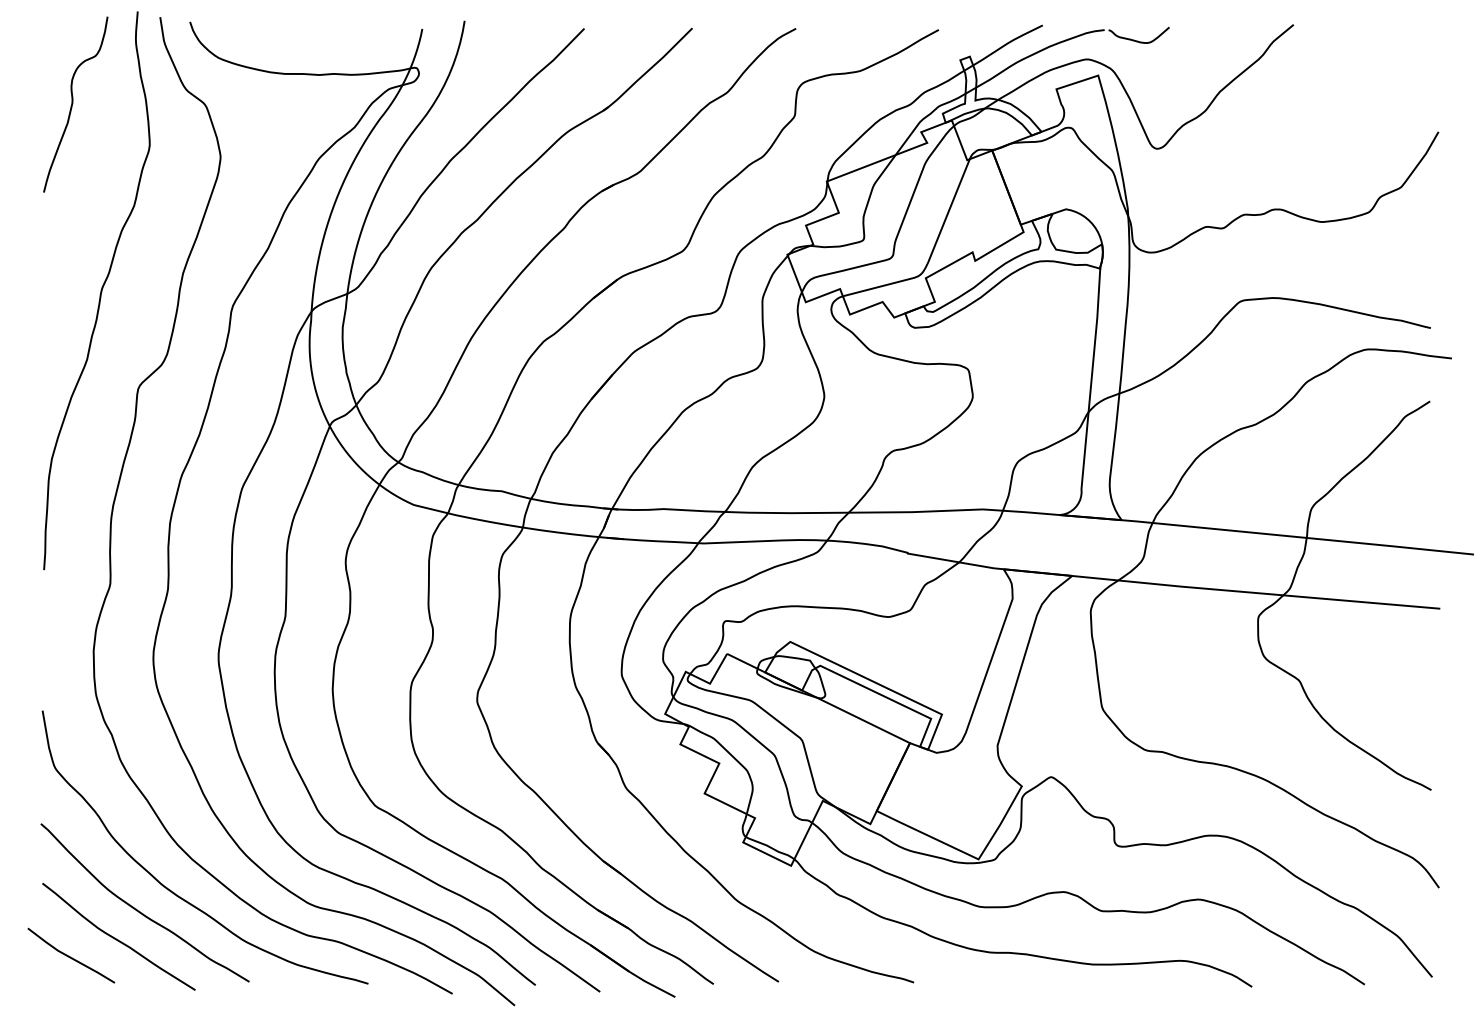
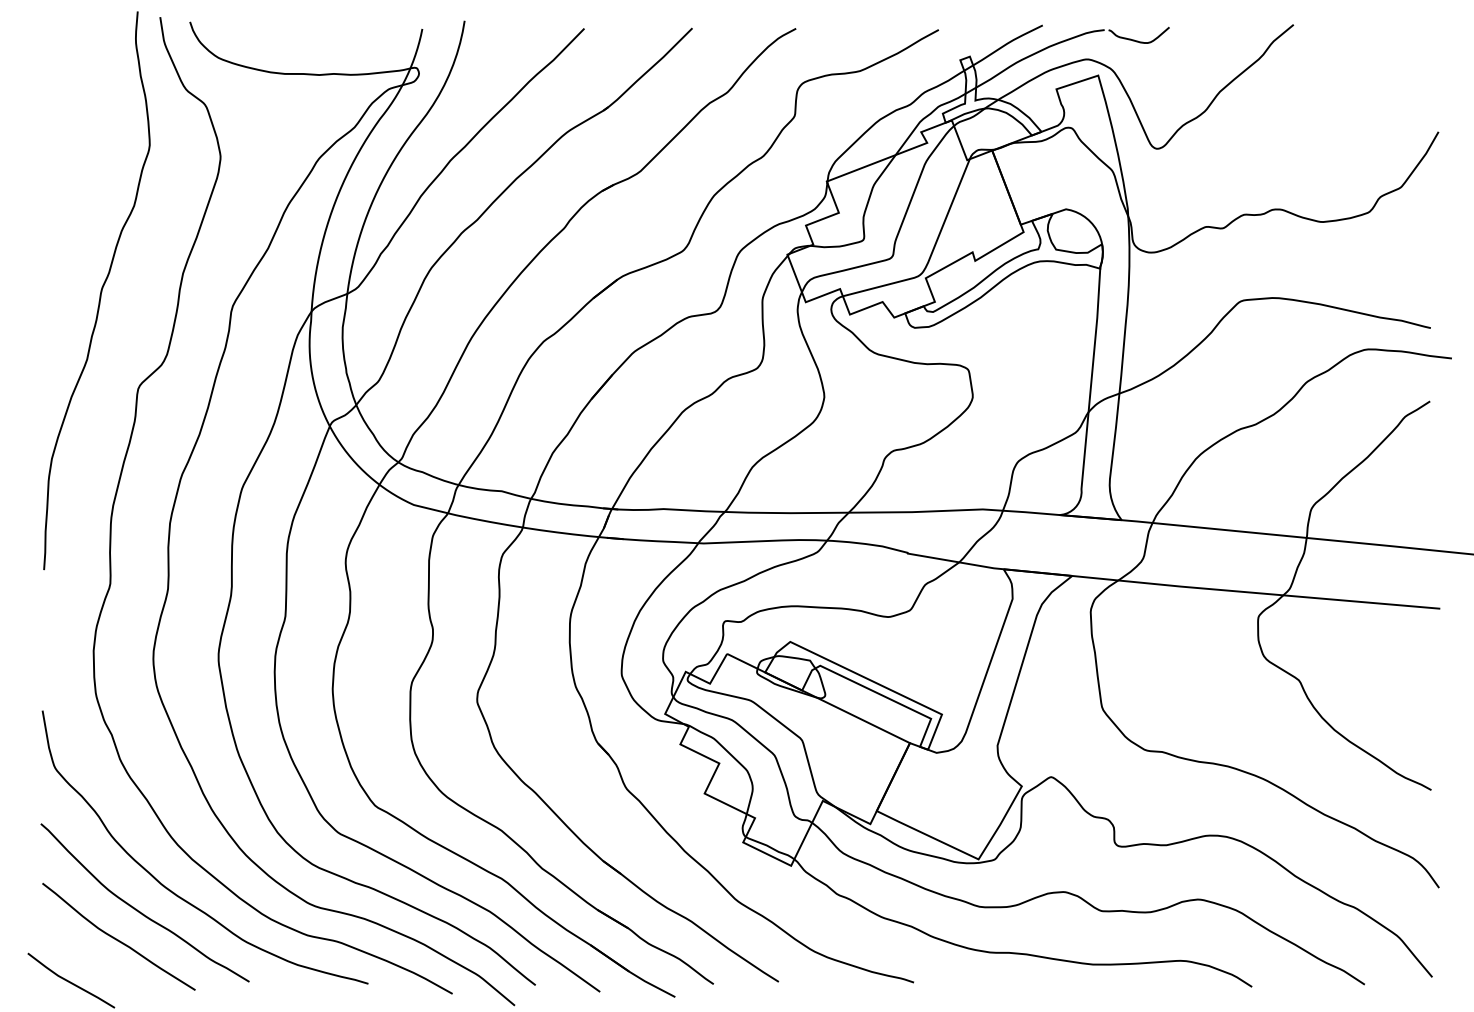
curve at (73, 103): present -> none
line at (70, 956) position: (70, 956) -> (70, 981)
